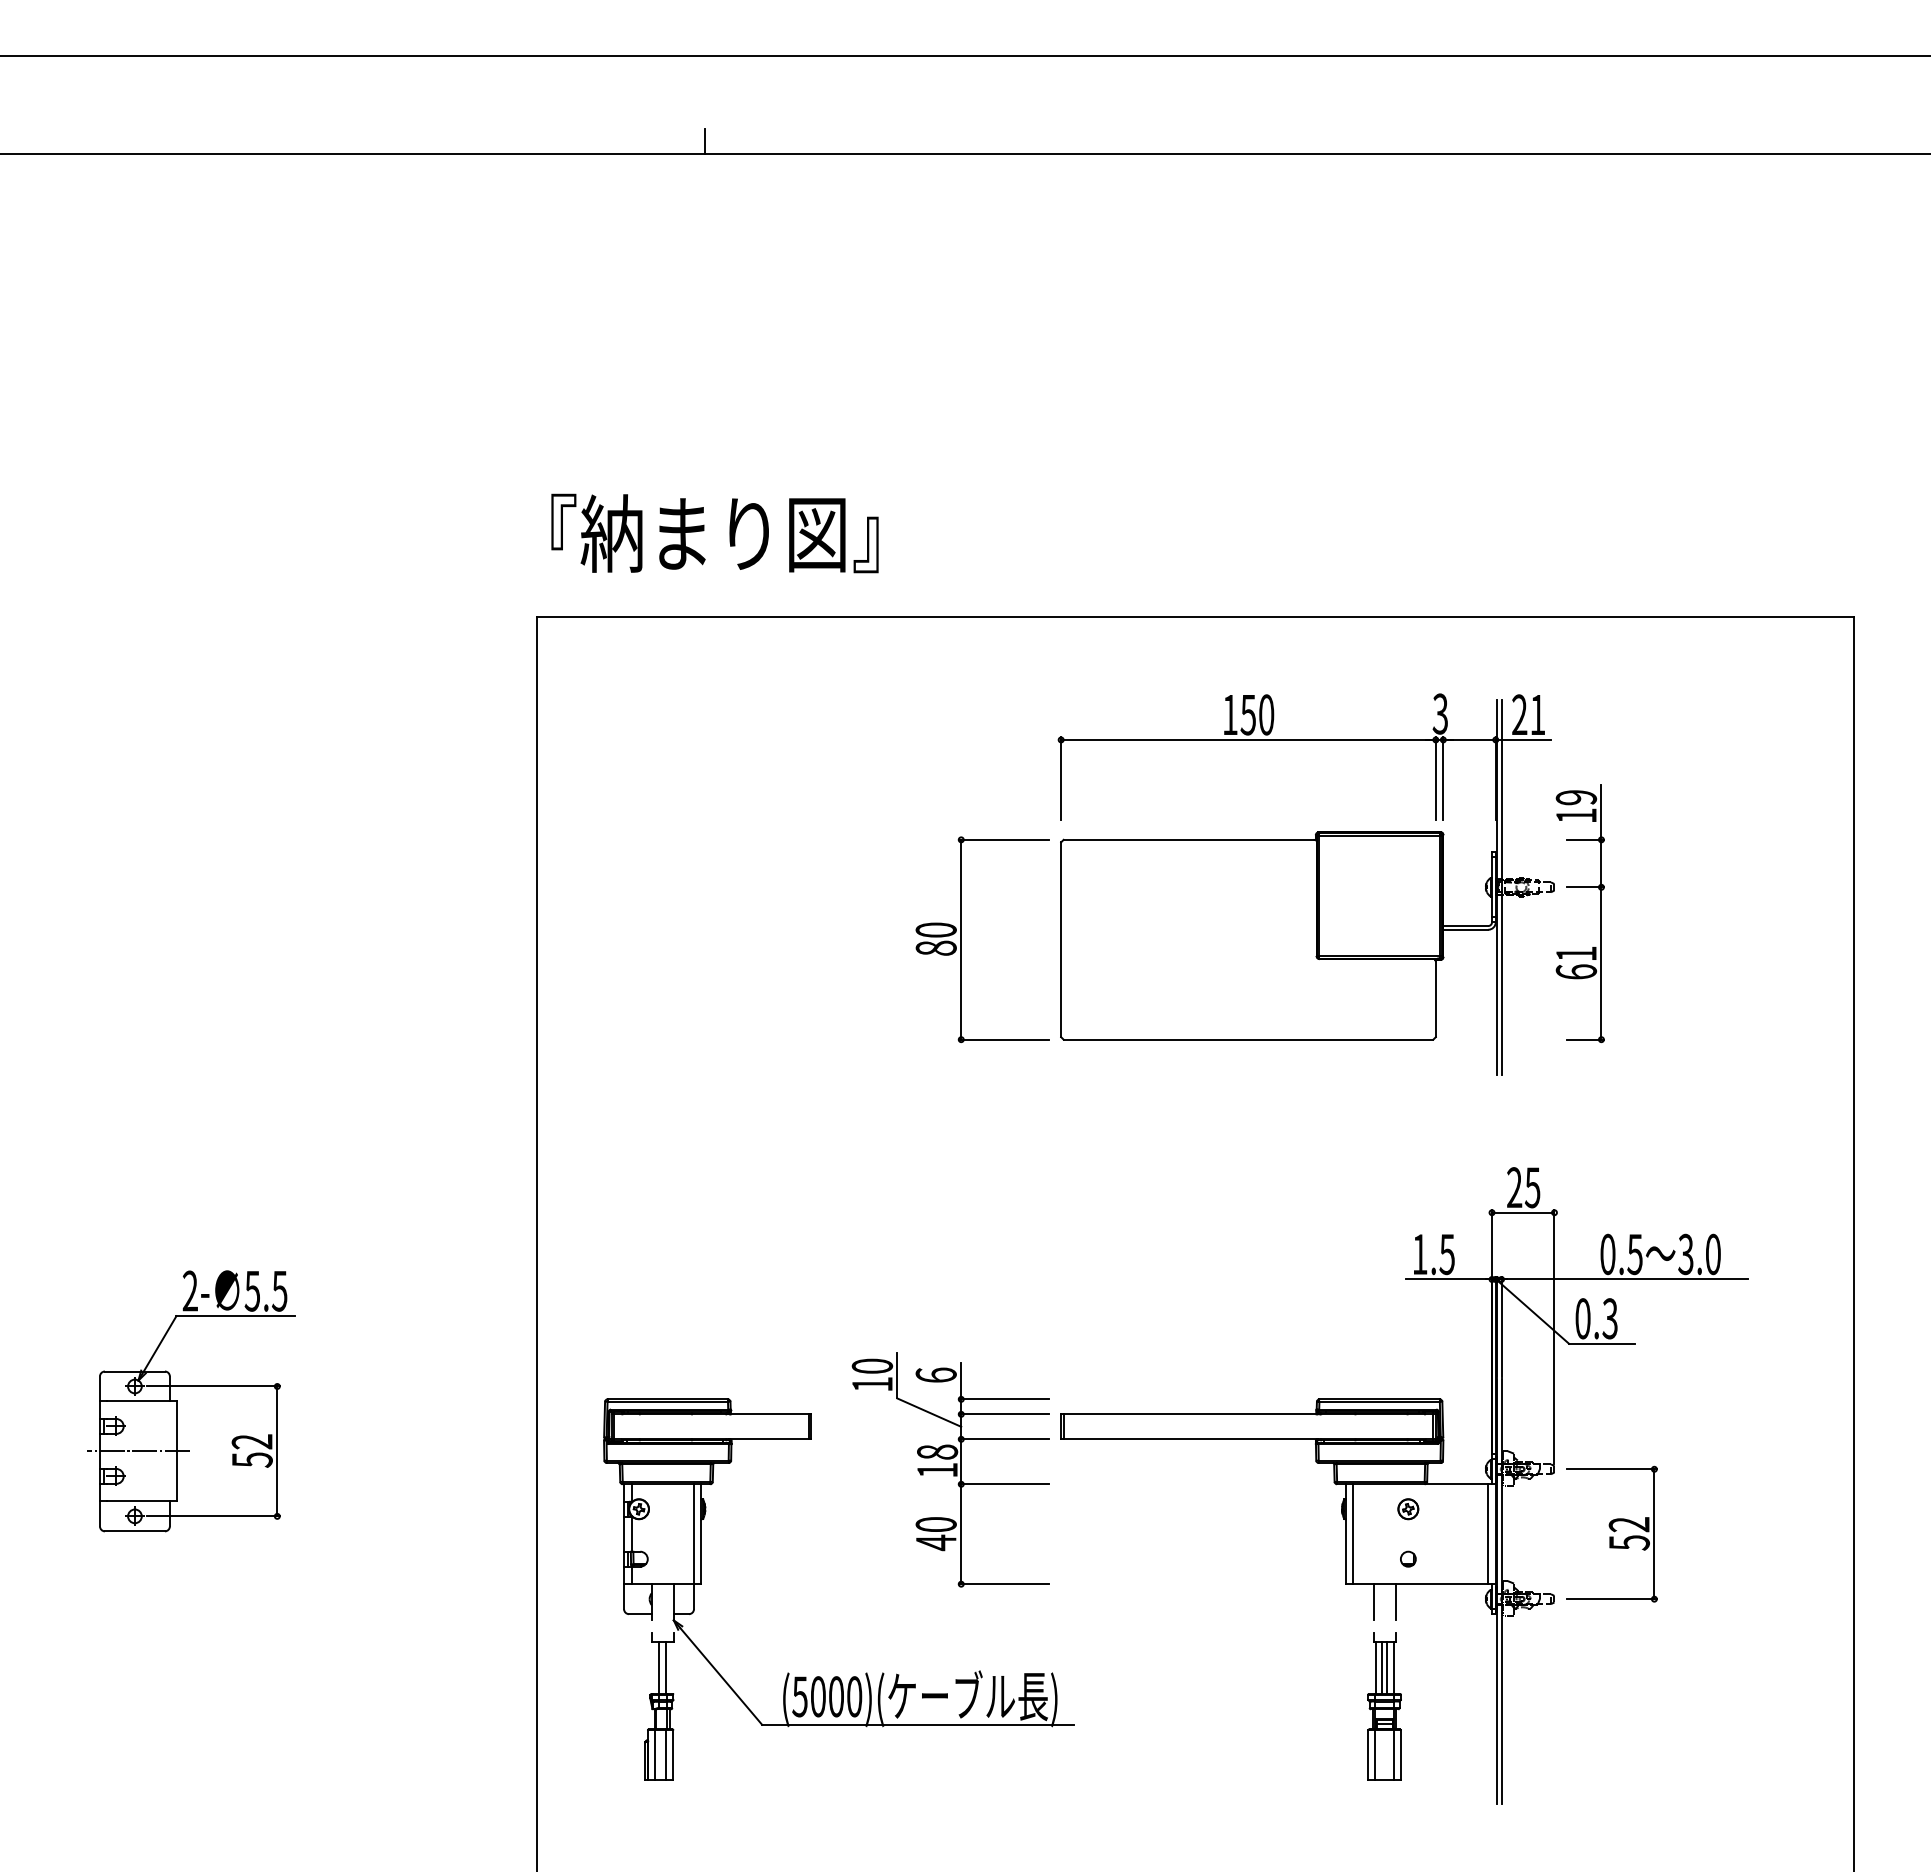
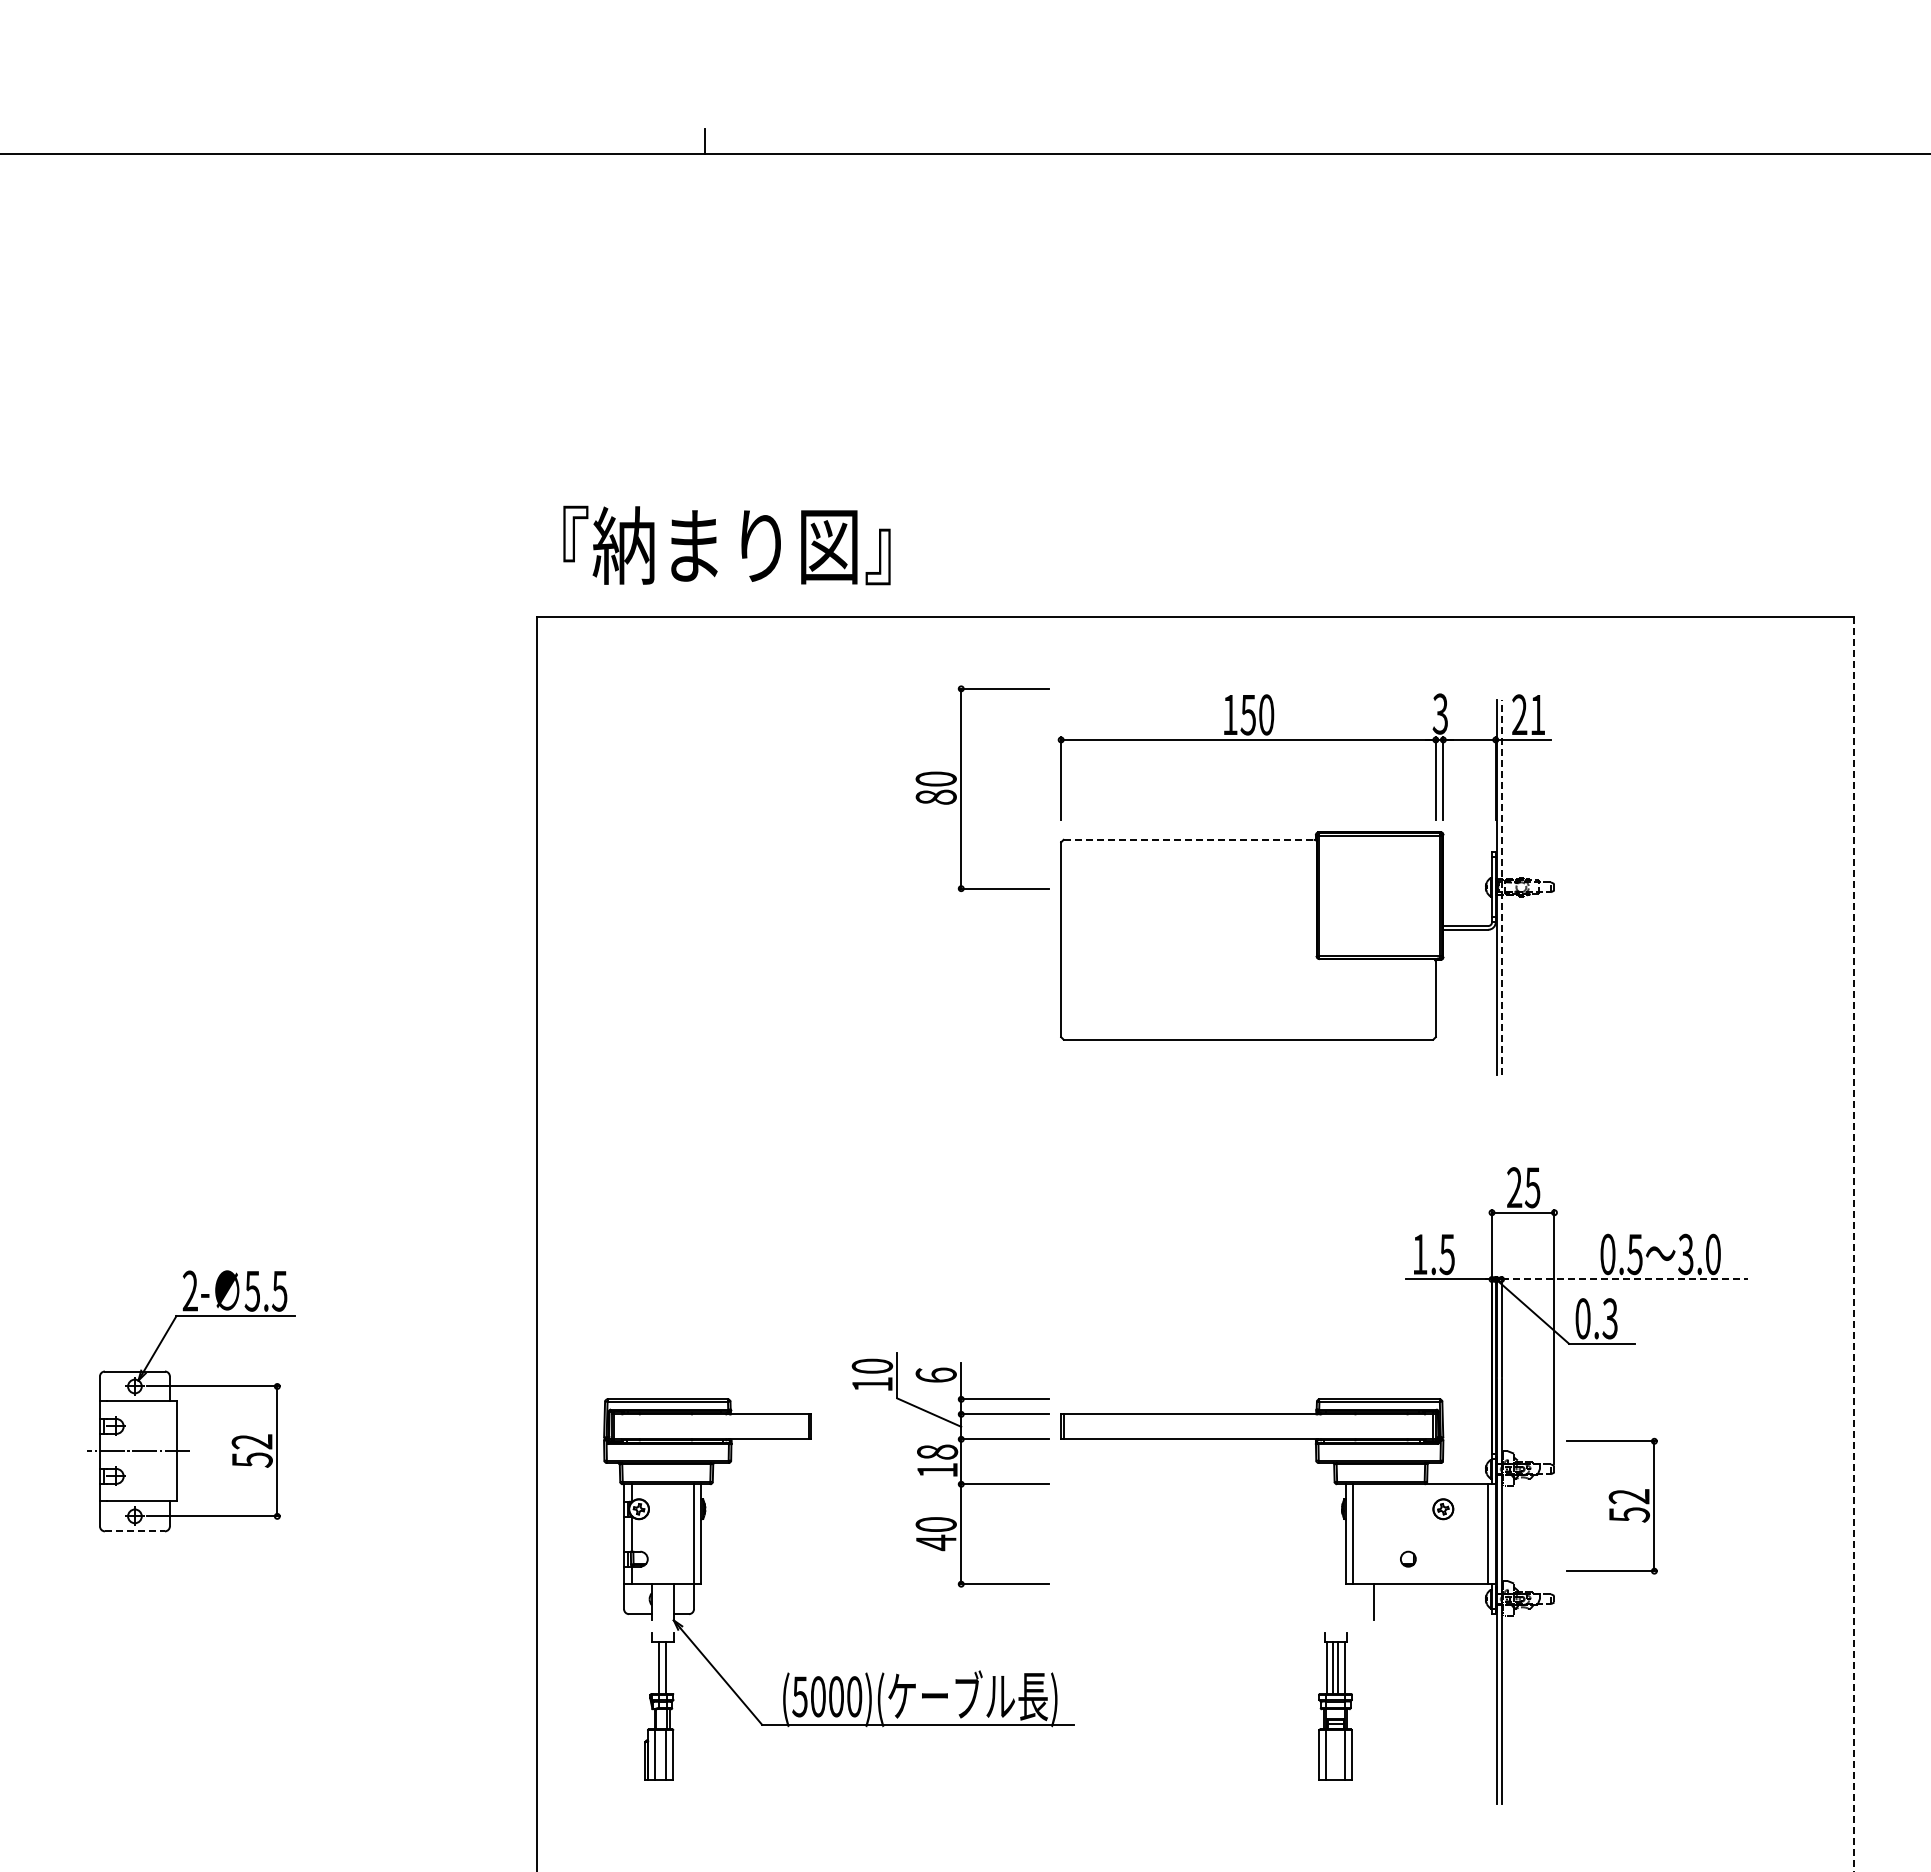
line at (964, 56): present -> none
text at (714, 533) position: (714, 533) -> (726, 545)
line at (1189, 839): solid -> dashed
line at (1501, 886): solid -> dashed
part at (1600, 913): present -> none
part at (961, 939) position: (961, 939) -> (961, 788)
line at (1854, 1244): solid -> dashed
line at (1625, 1279): solid -> dashed
part at (1408, 1509) position: (1408, 1509) -> (1443, 1509)
line at (134, 1531): solid -> dashed
part at (1611, 1533) position: (1611, 1533) -> (1611, 1505)
line at (1395, 1602): present -> none
part at (1384, 1706) position: (1384, 1706) -> (1335, 1706)
